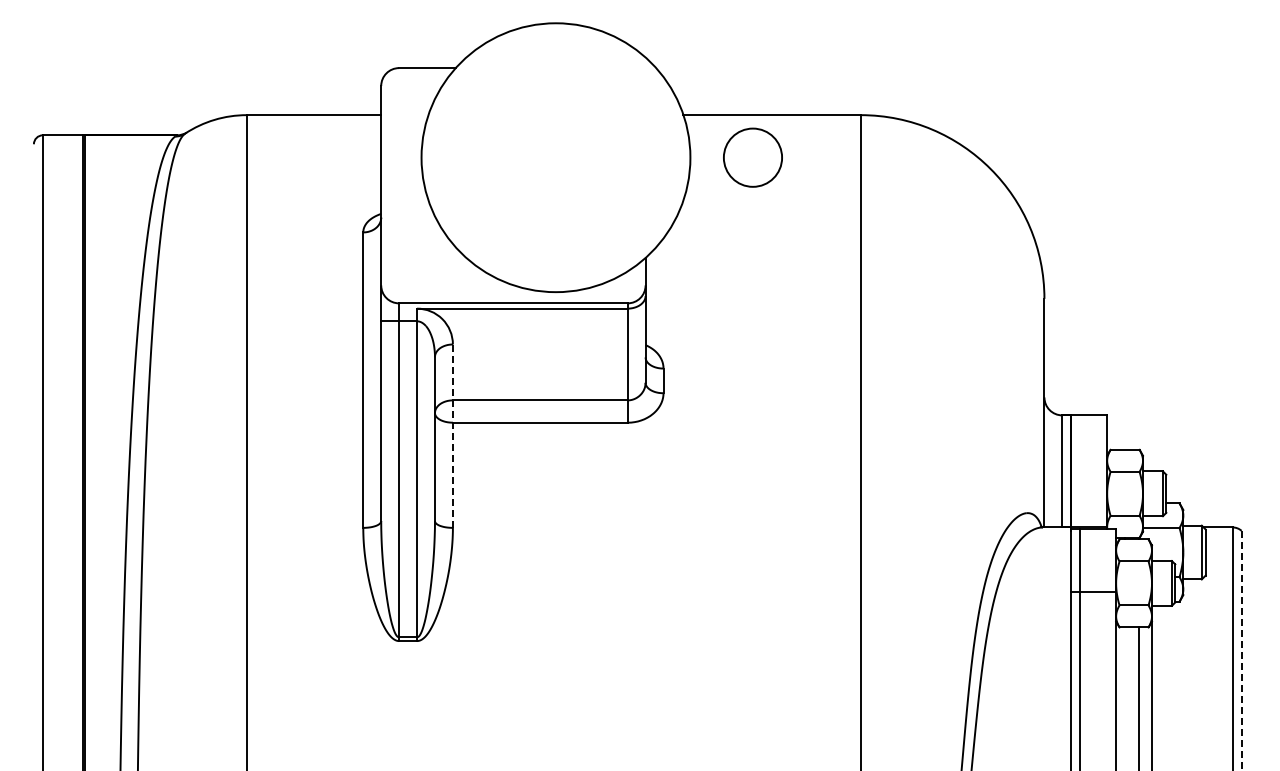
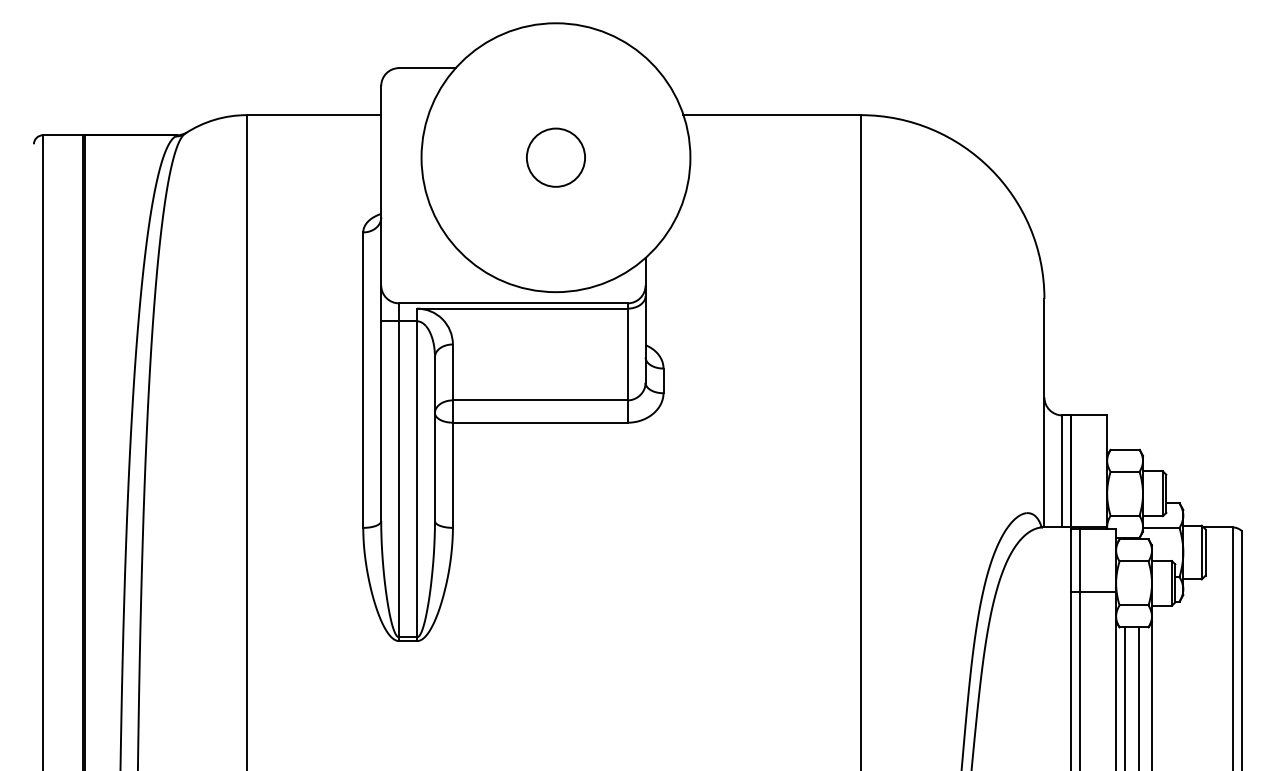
circle at (752, 157) position: (752, 157) -> (555, 157)
line at (452, 436): dashed -> solid
line at (1241, 650): dashed -> solid
line at (1125, 697): none -> present
